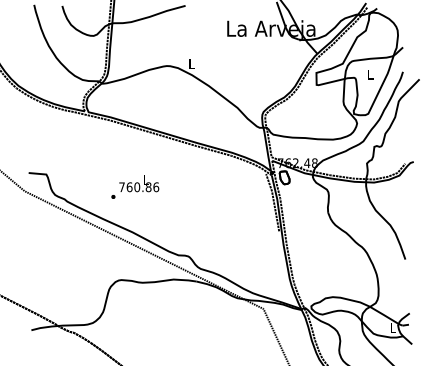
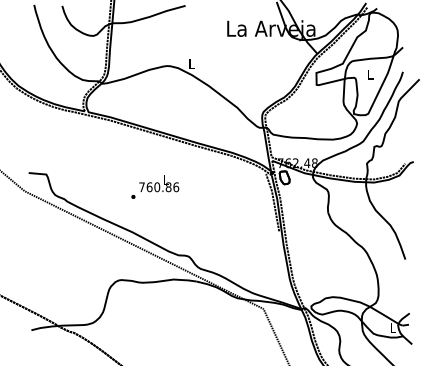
text at (135, 186) position: (135, 186) -> (155, 186)
